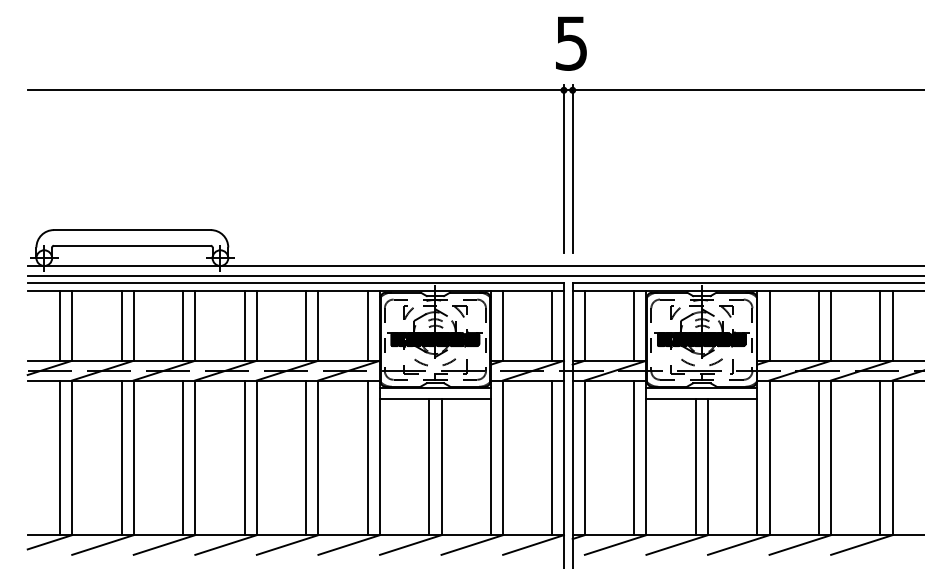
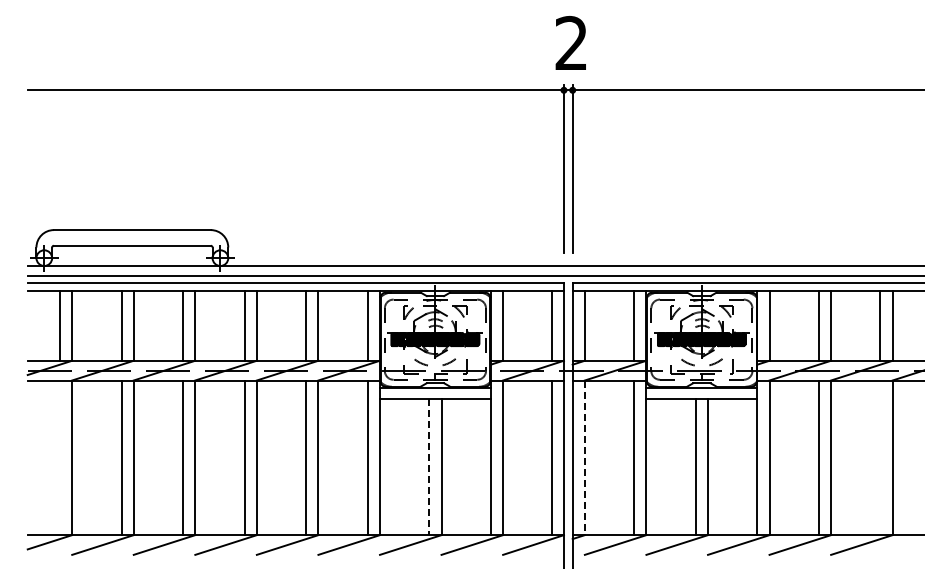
text at (570, 42): 5 -> 2
line at (60, 457): present -> none
line at (880, 457): present -> none
line at (584, 458): solid -> dashed
line at (429, 467): solid -> dashed
